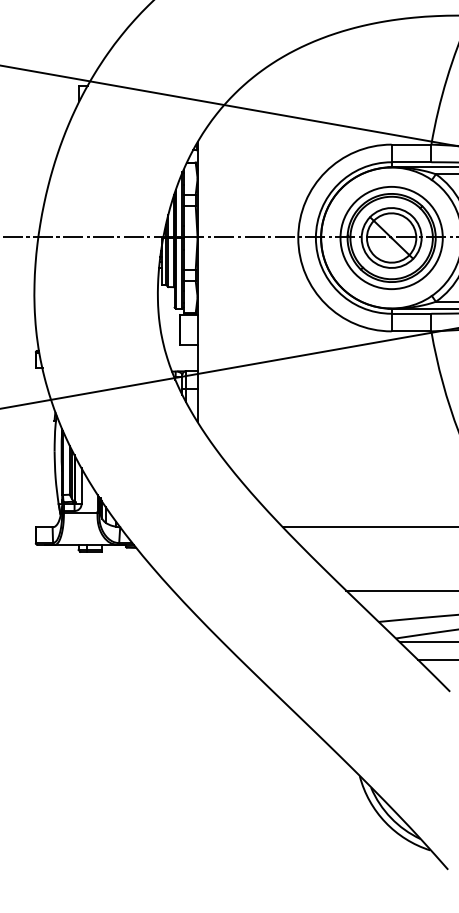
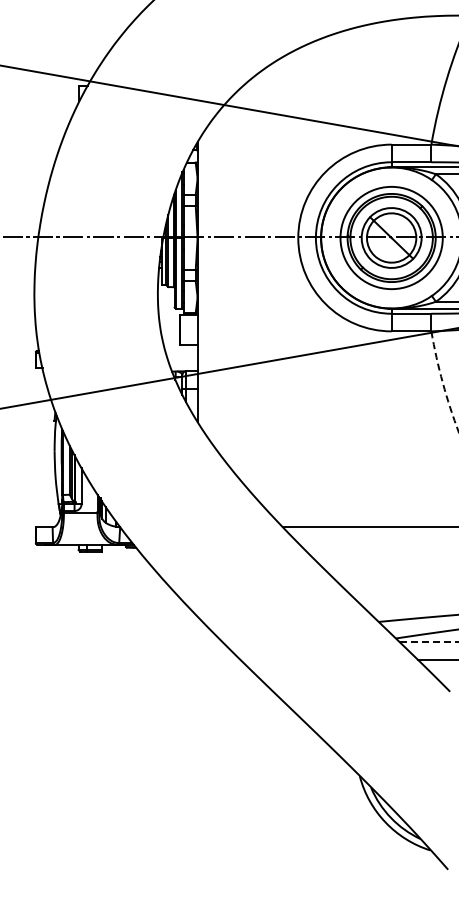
arc at (442, 382): solid -> dashed
line at (400, 590): present -> none
line at (429, 642): solid -> dashed
